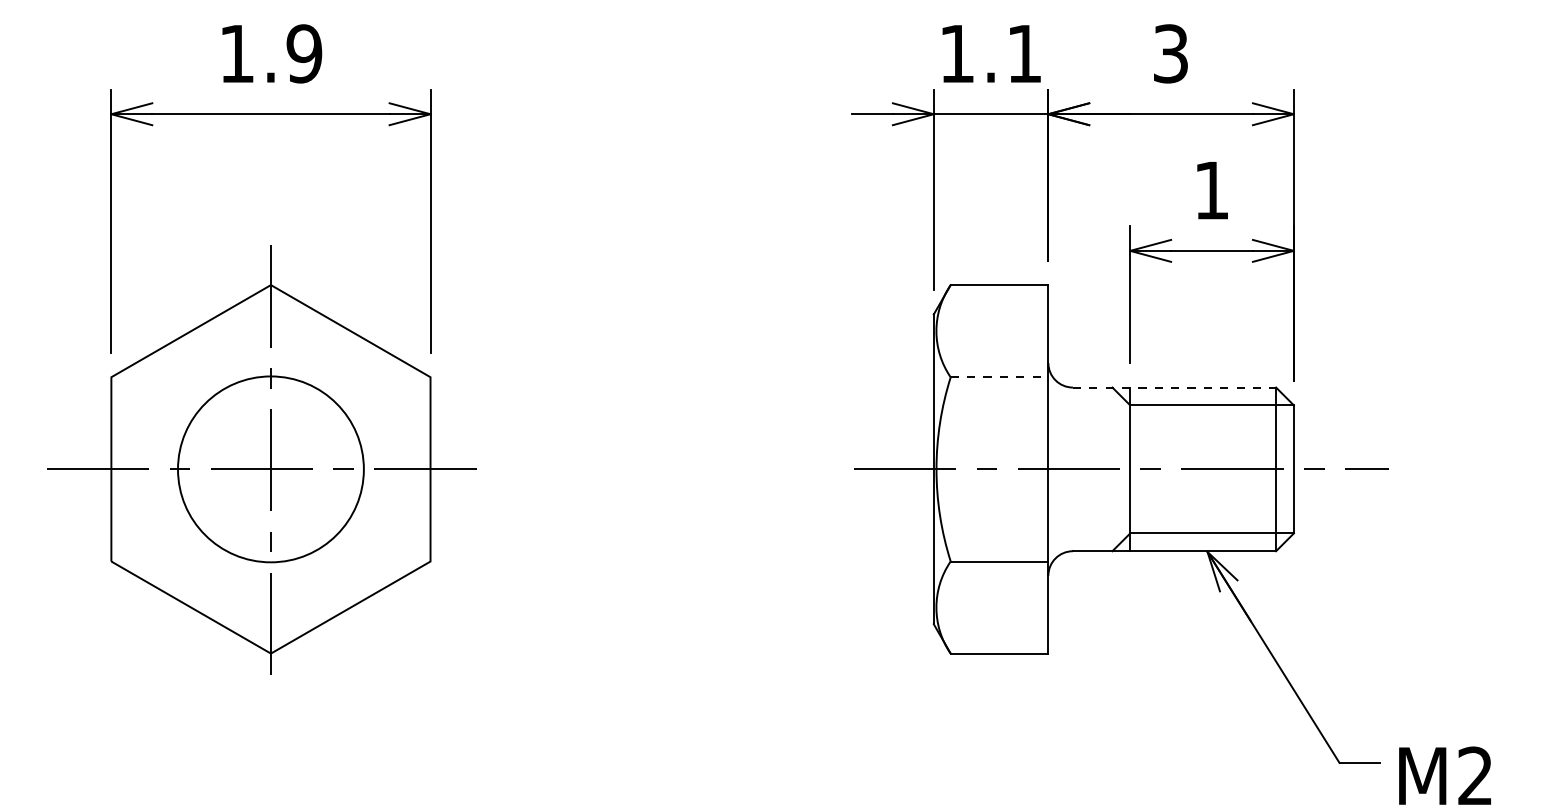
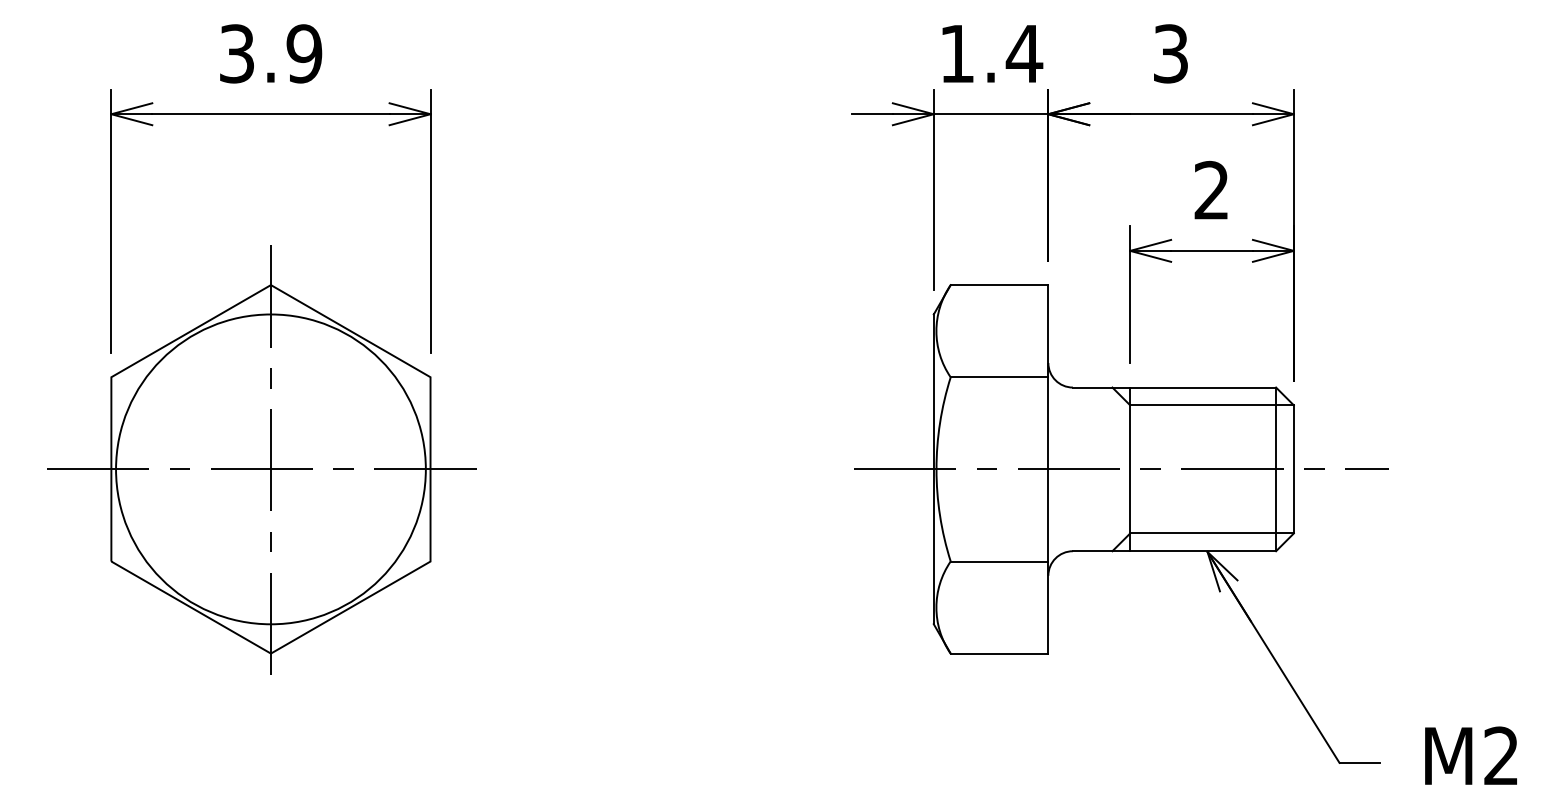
text at (236, 53): 1.9 -> 3.9
text at (1024, 53): 1.1 -> 1.4
text at (1210, 189): 1 -> 2
line at (999, 377): dashed -> solid
line at (1174, 387): dashed -> solid
circle at (270, 469) diameter: 186 px -> 310 px
text at (1444, 775) position: (1444, 775) -> (1470, 755)
